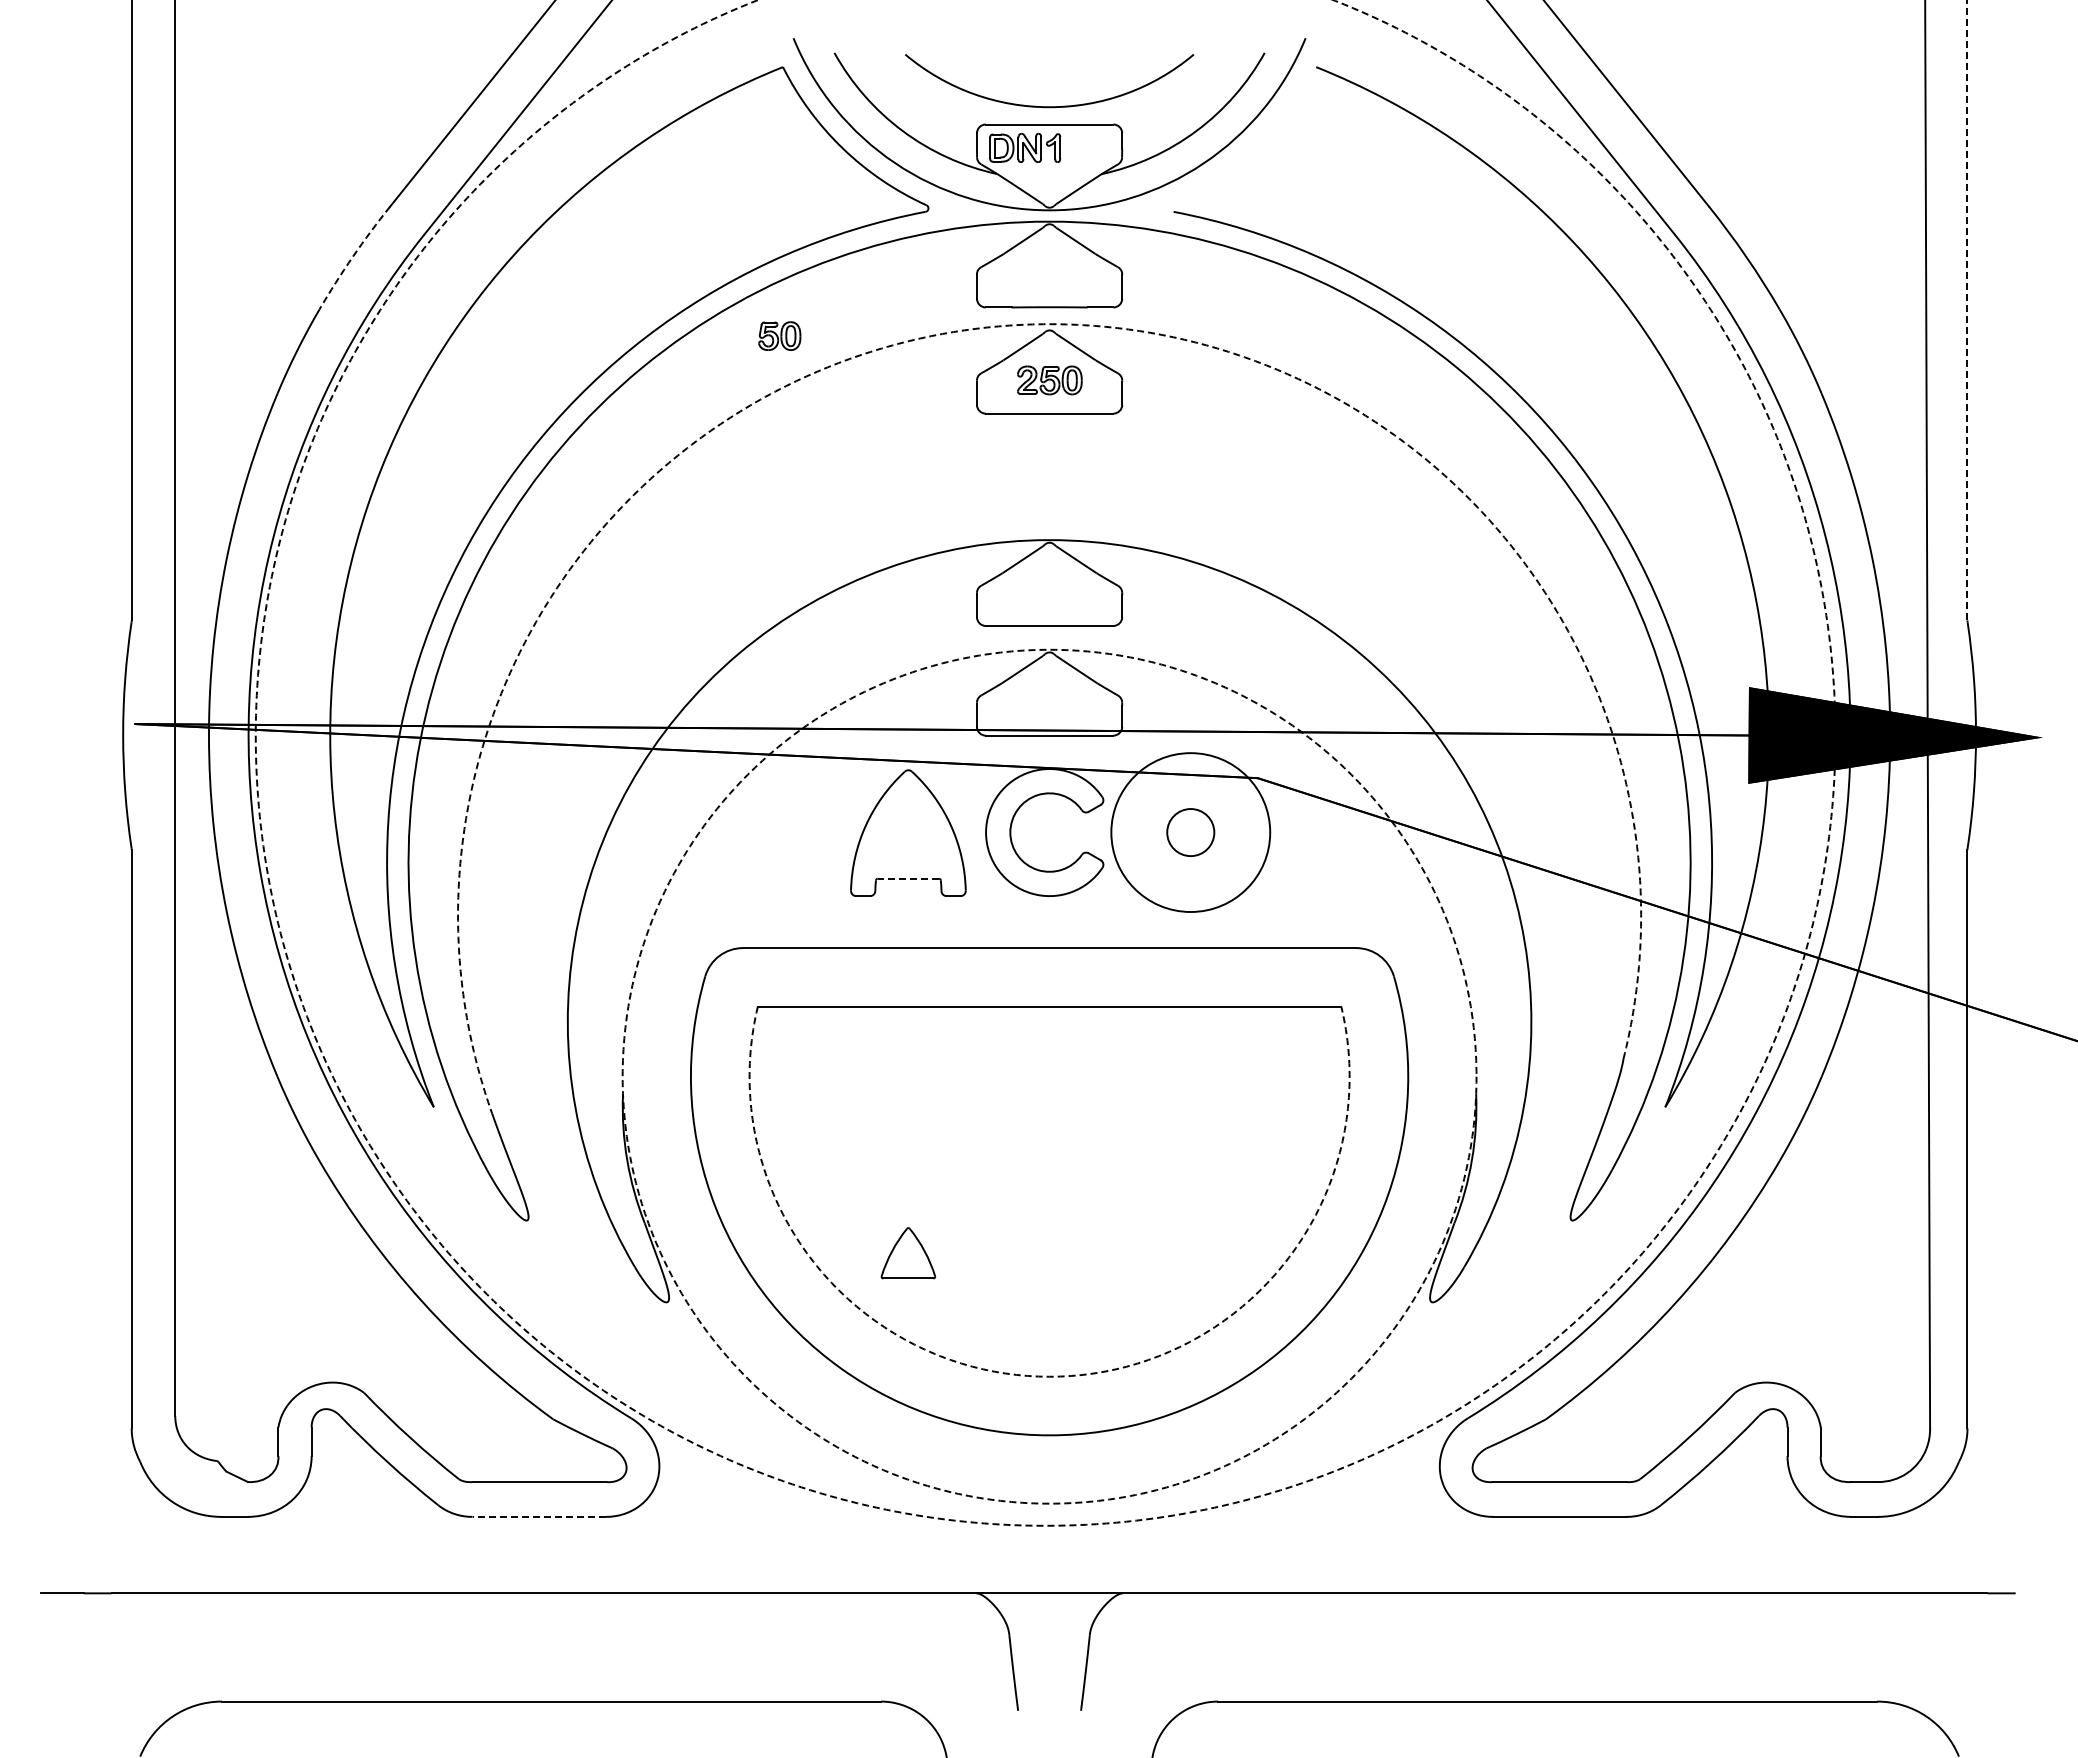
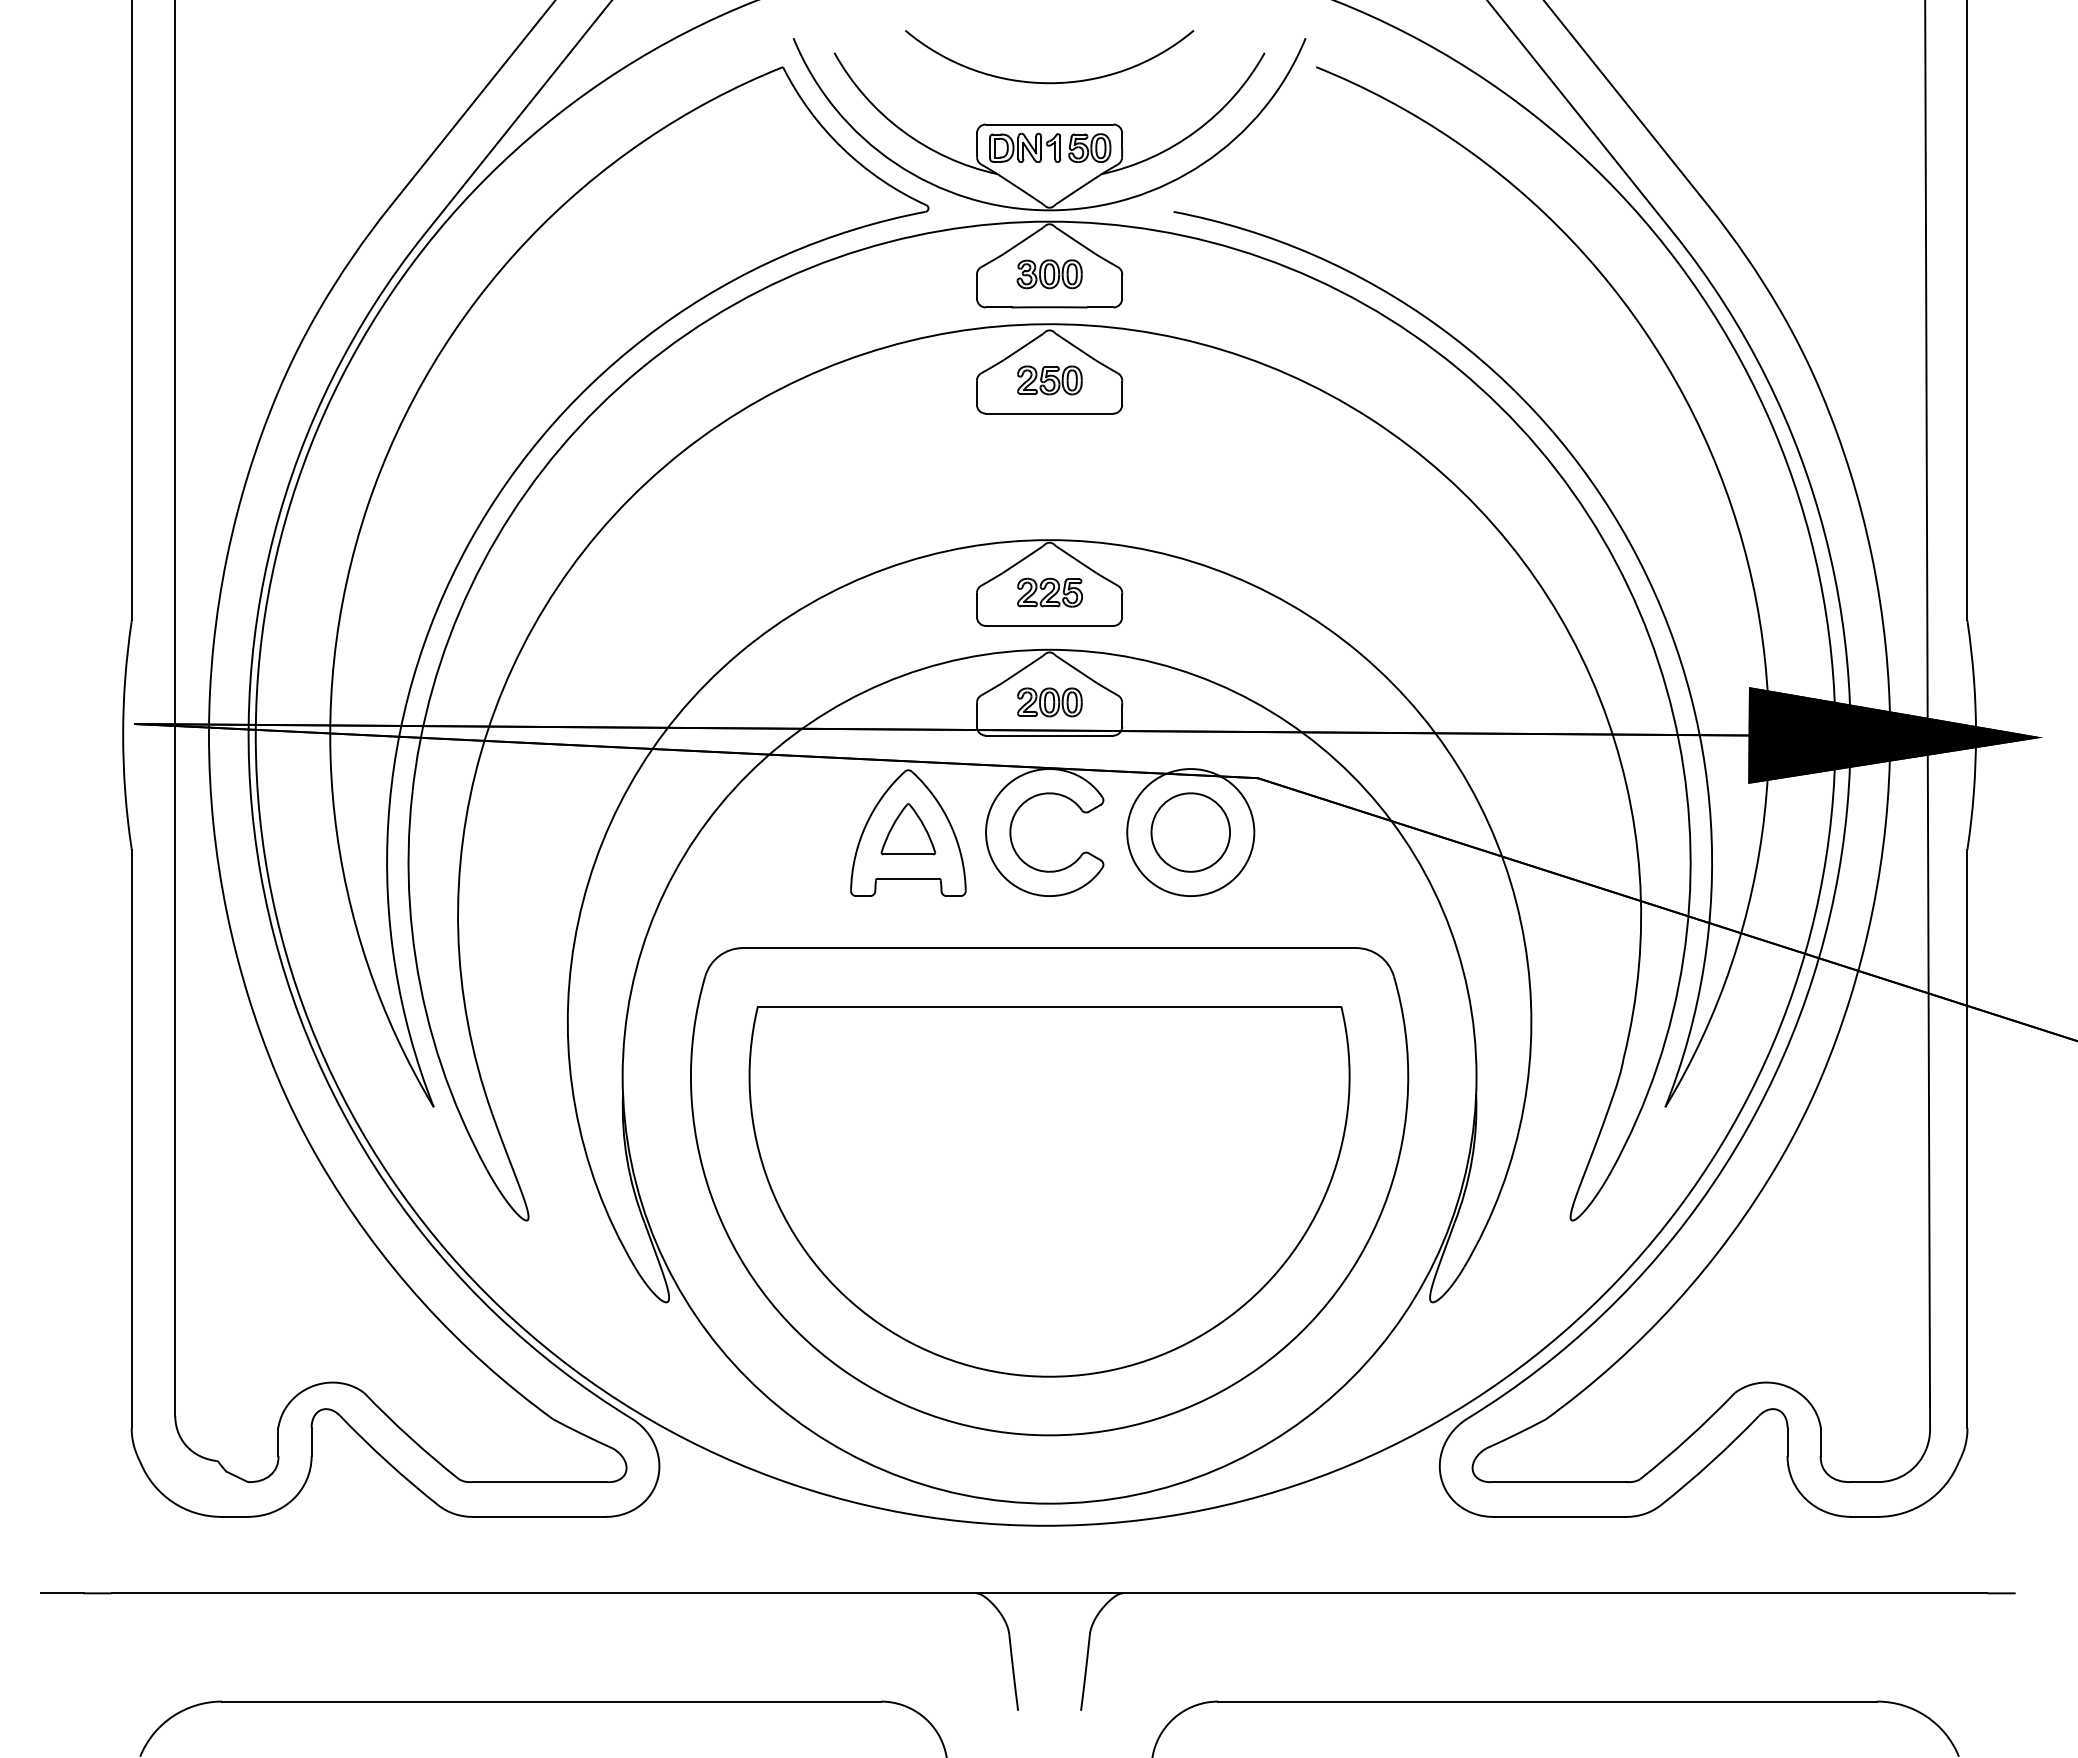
arc at (1049, 106) position: (1049, 106) -> (1049, 82)
arc at (352, 256): dashed -> solid
part at (1049, 274): none -> present
line at (1967, 310): dashed -> solid
arc at (1021, 324): dashed -> solid
part at (779, 335) position: (779, 335) -> (1089, 147)
part at (1049, 592): none -> present
part at (1049, 702): none -> present
circle at (1045, 762): dashed -> solid
circle at (1190, 832) diameter: 159 px -> 127 px
circle at (1190, 832) diameter: 47 px -> 78 px
line at (908, 878): dashed -> solid
circle at (1049, 1076): dashed -> solid
part at (908, 1253) position: (908, 1253) -> (908, 829)
arc at (1049, 1376): dashed -> solid
line at (539, 1516): dashed -> solid
